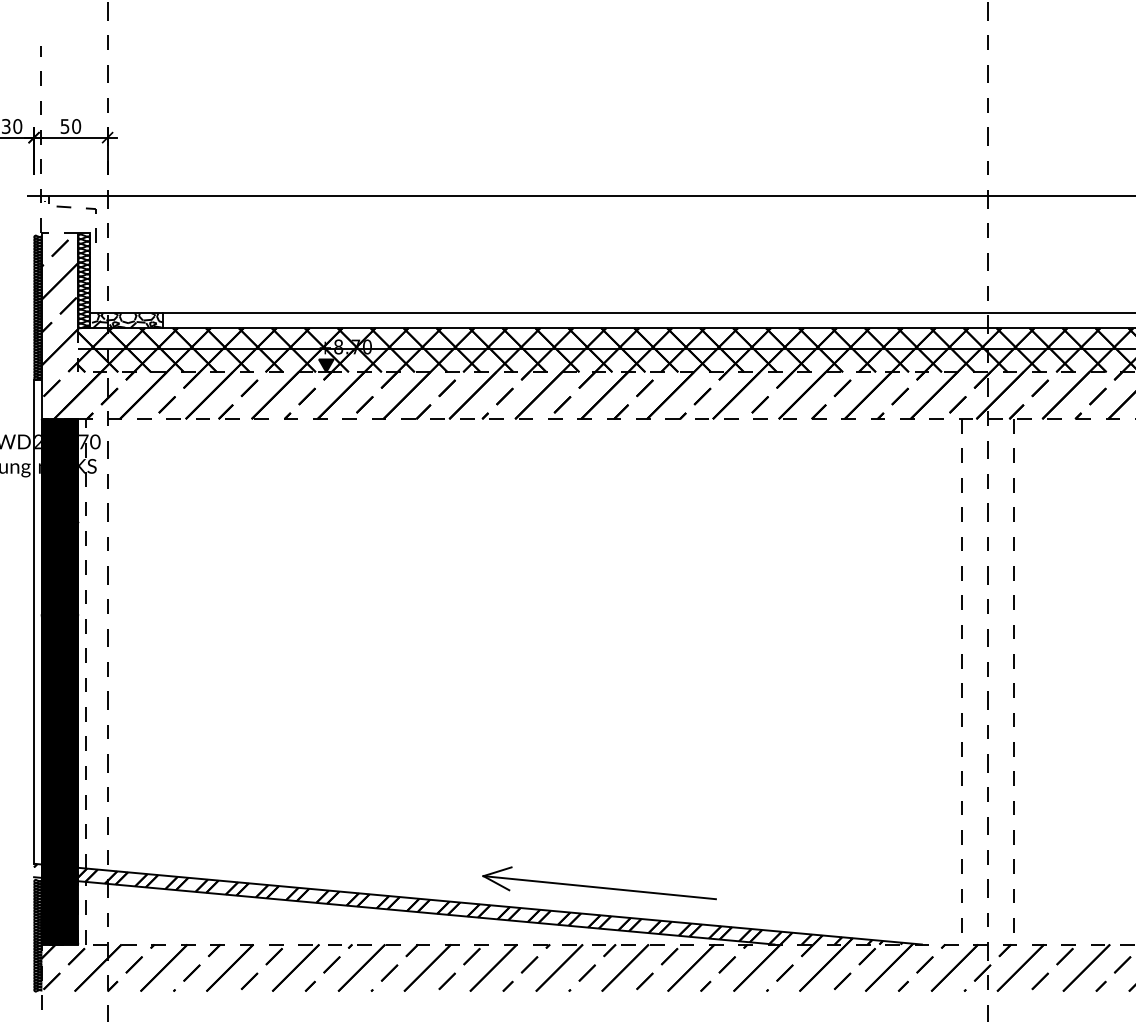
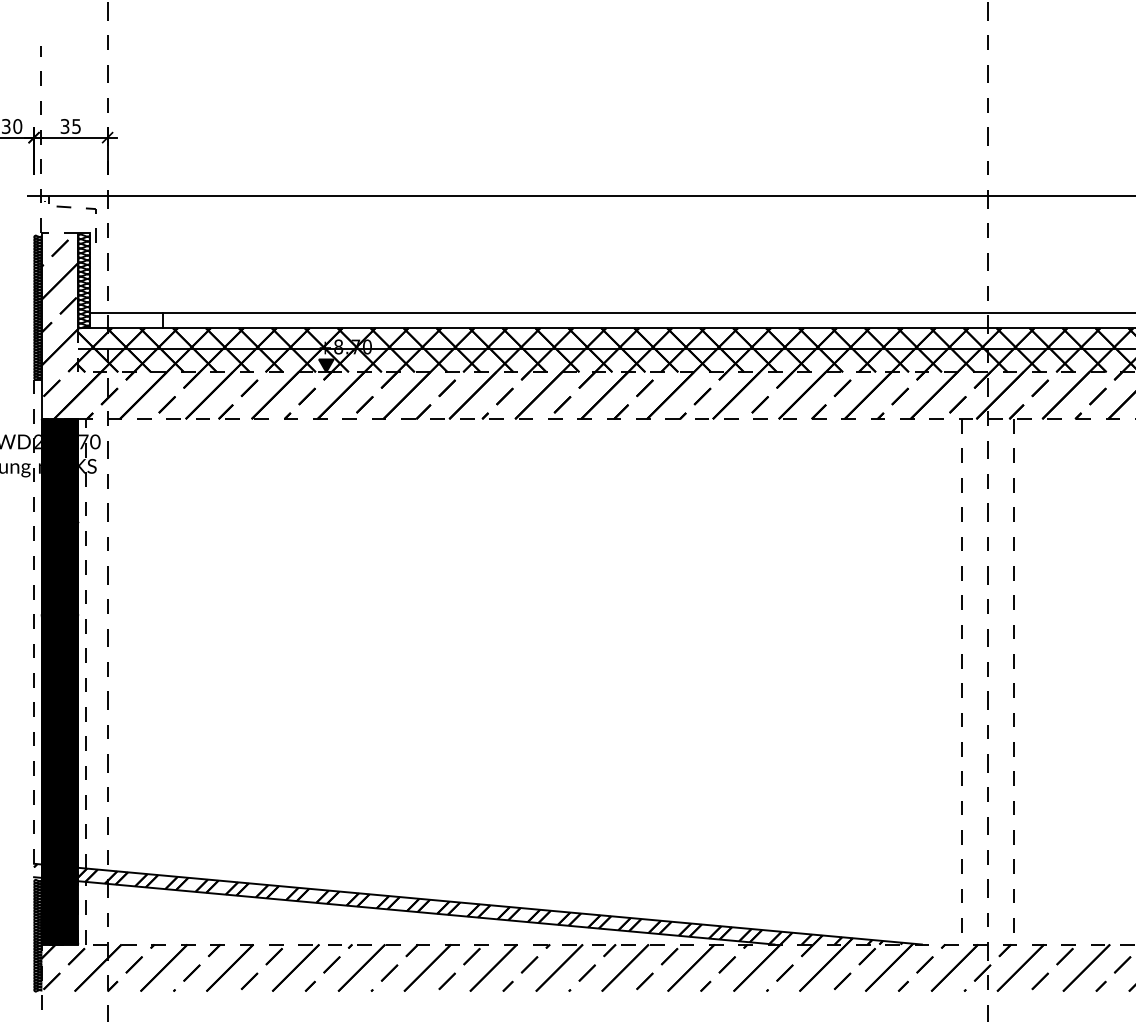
text at (71, 126): 50 -> 35
hatch at (127, 320): present -> none
line at (34, 622): solid -> dashed
part at (599, 883): present -> none
